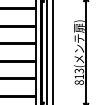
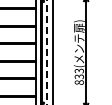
line at (47, 52): solid -> dashed
text at (78, 76): 813( -> 833(
